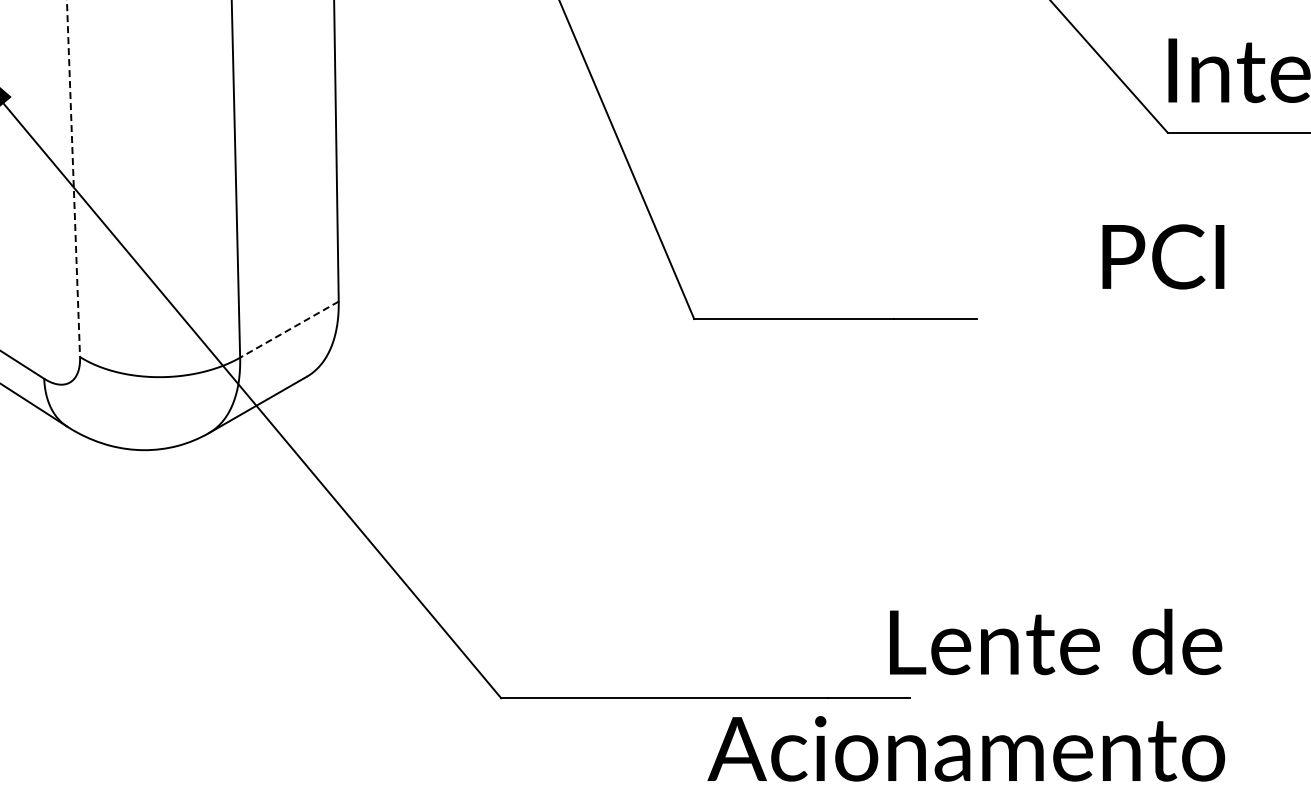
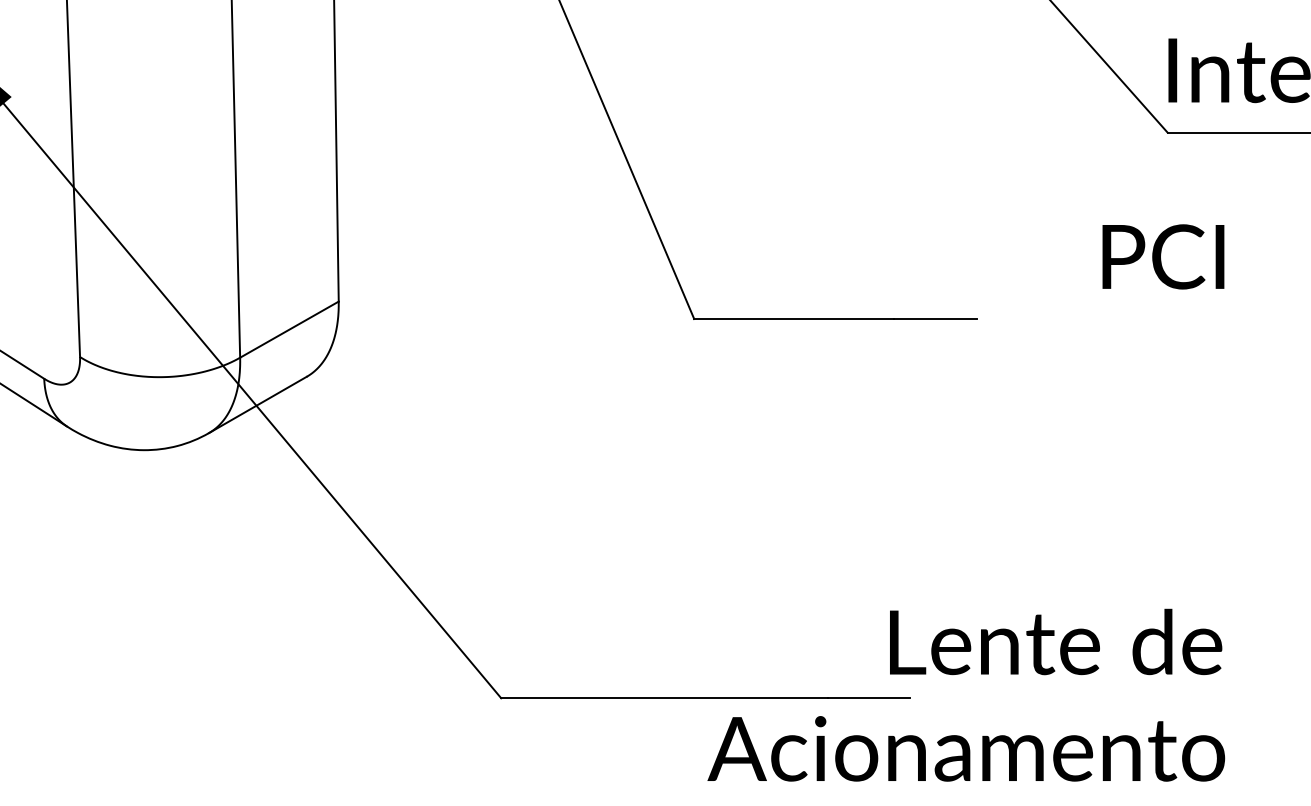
line at (73, 179): dashed -> solid
line at (289, 329): dashed -> solid
